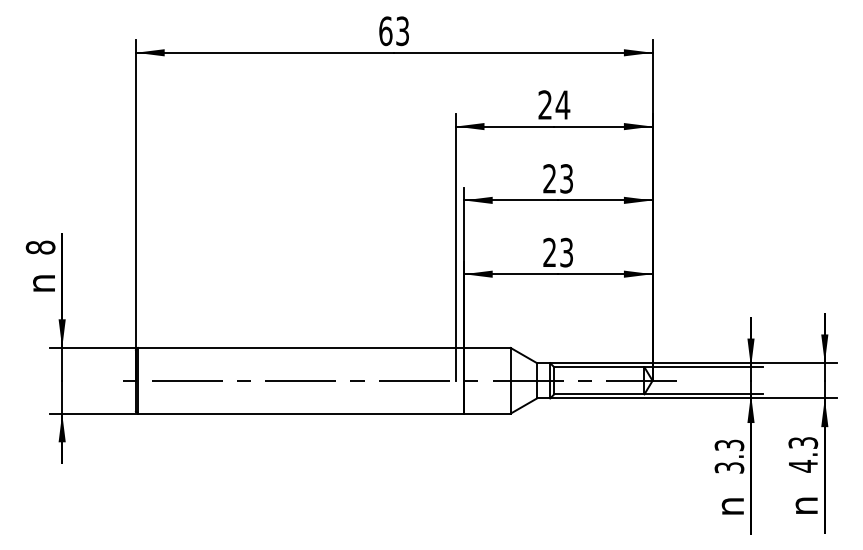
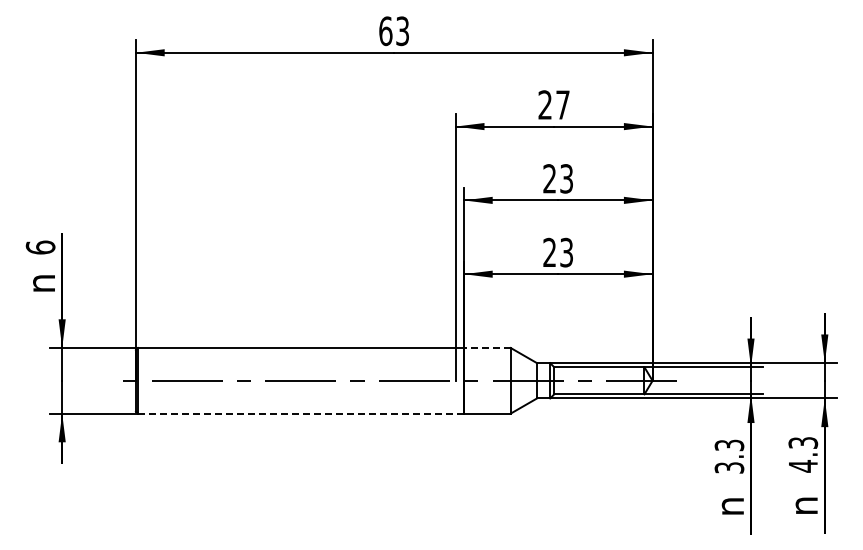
text at (562, 104): 24 -> 27
text at (40, 247): 8 -> 6
line at (486, 348): solid -> dashed
line at (301, 413): solid -> dashed
